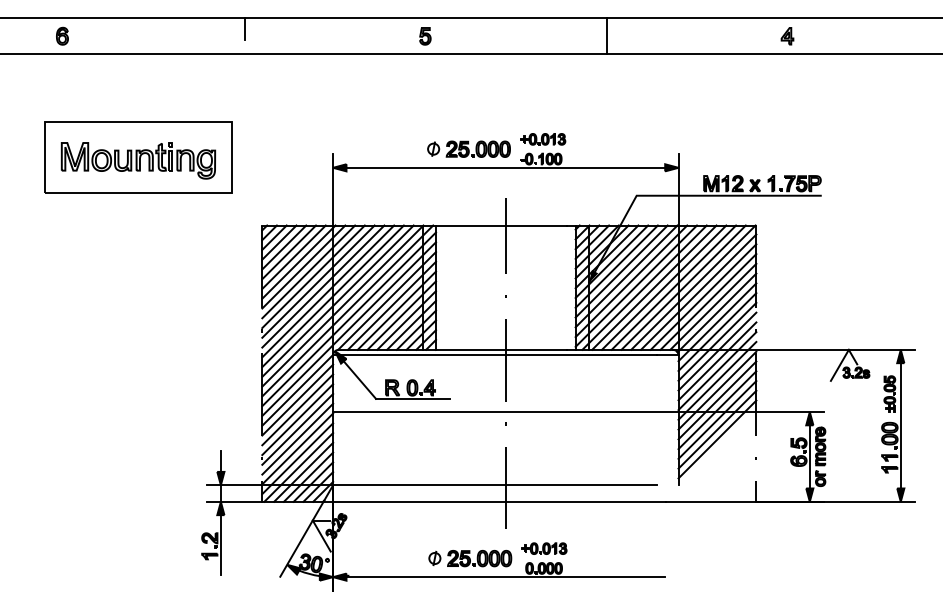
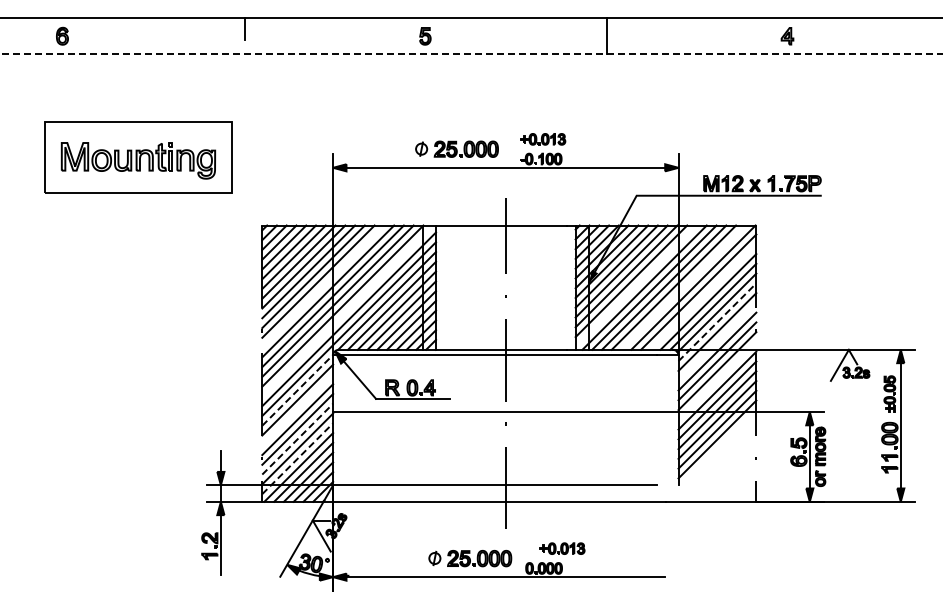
line at (471, 54): solid -> dashed
part at (468, 148) position: (468, 148) -> (456, 148)
line at (635, 285): present -> none
line at (323, 286): present -> none
line at (683, 287): present -> none
line at (703, 296): present -> none
line at (347, 310): present -> none
line at (717, 321): solid -> dashed
line at (717, 341): present -> none
line at (717, 380): present -> none
line at (298, 389): solid -> dashed
line at (297, 409): present -> none
line at (298, 438): solid -> dashed
line at (298, 458): solid -> dashed
part at (544, 548) position: (544, 548) -> (562, 548)
